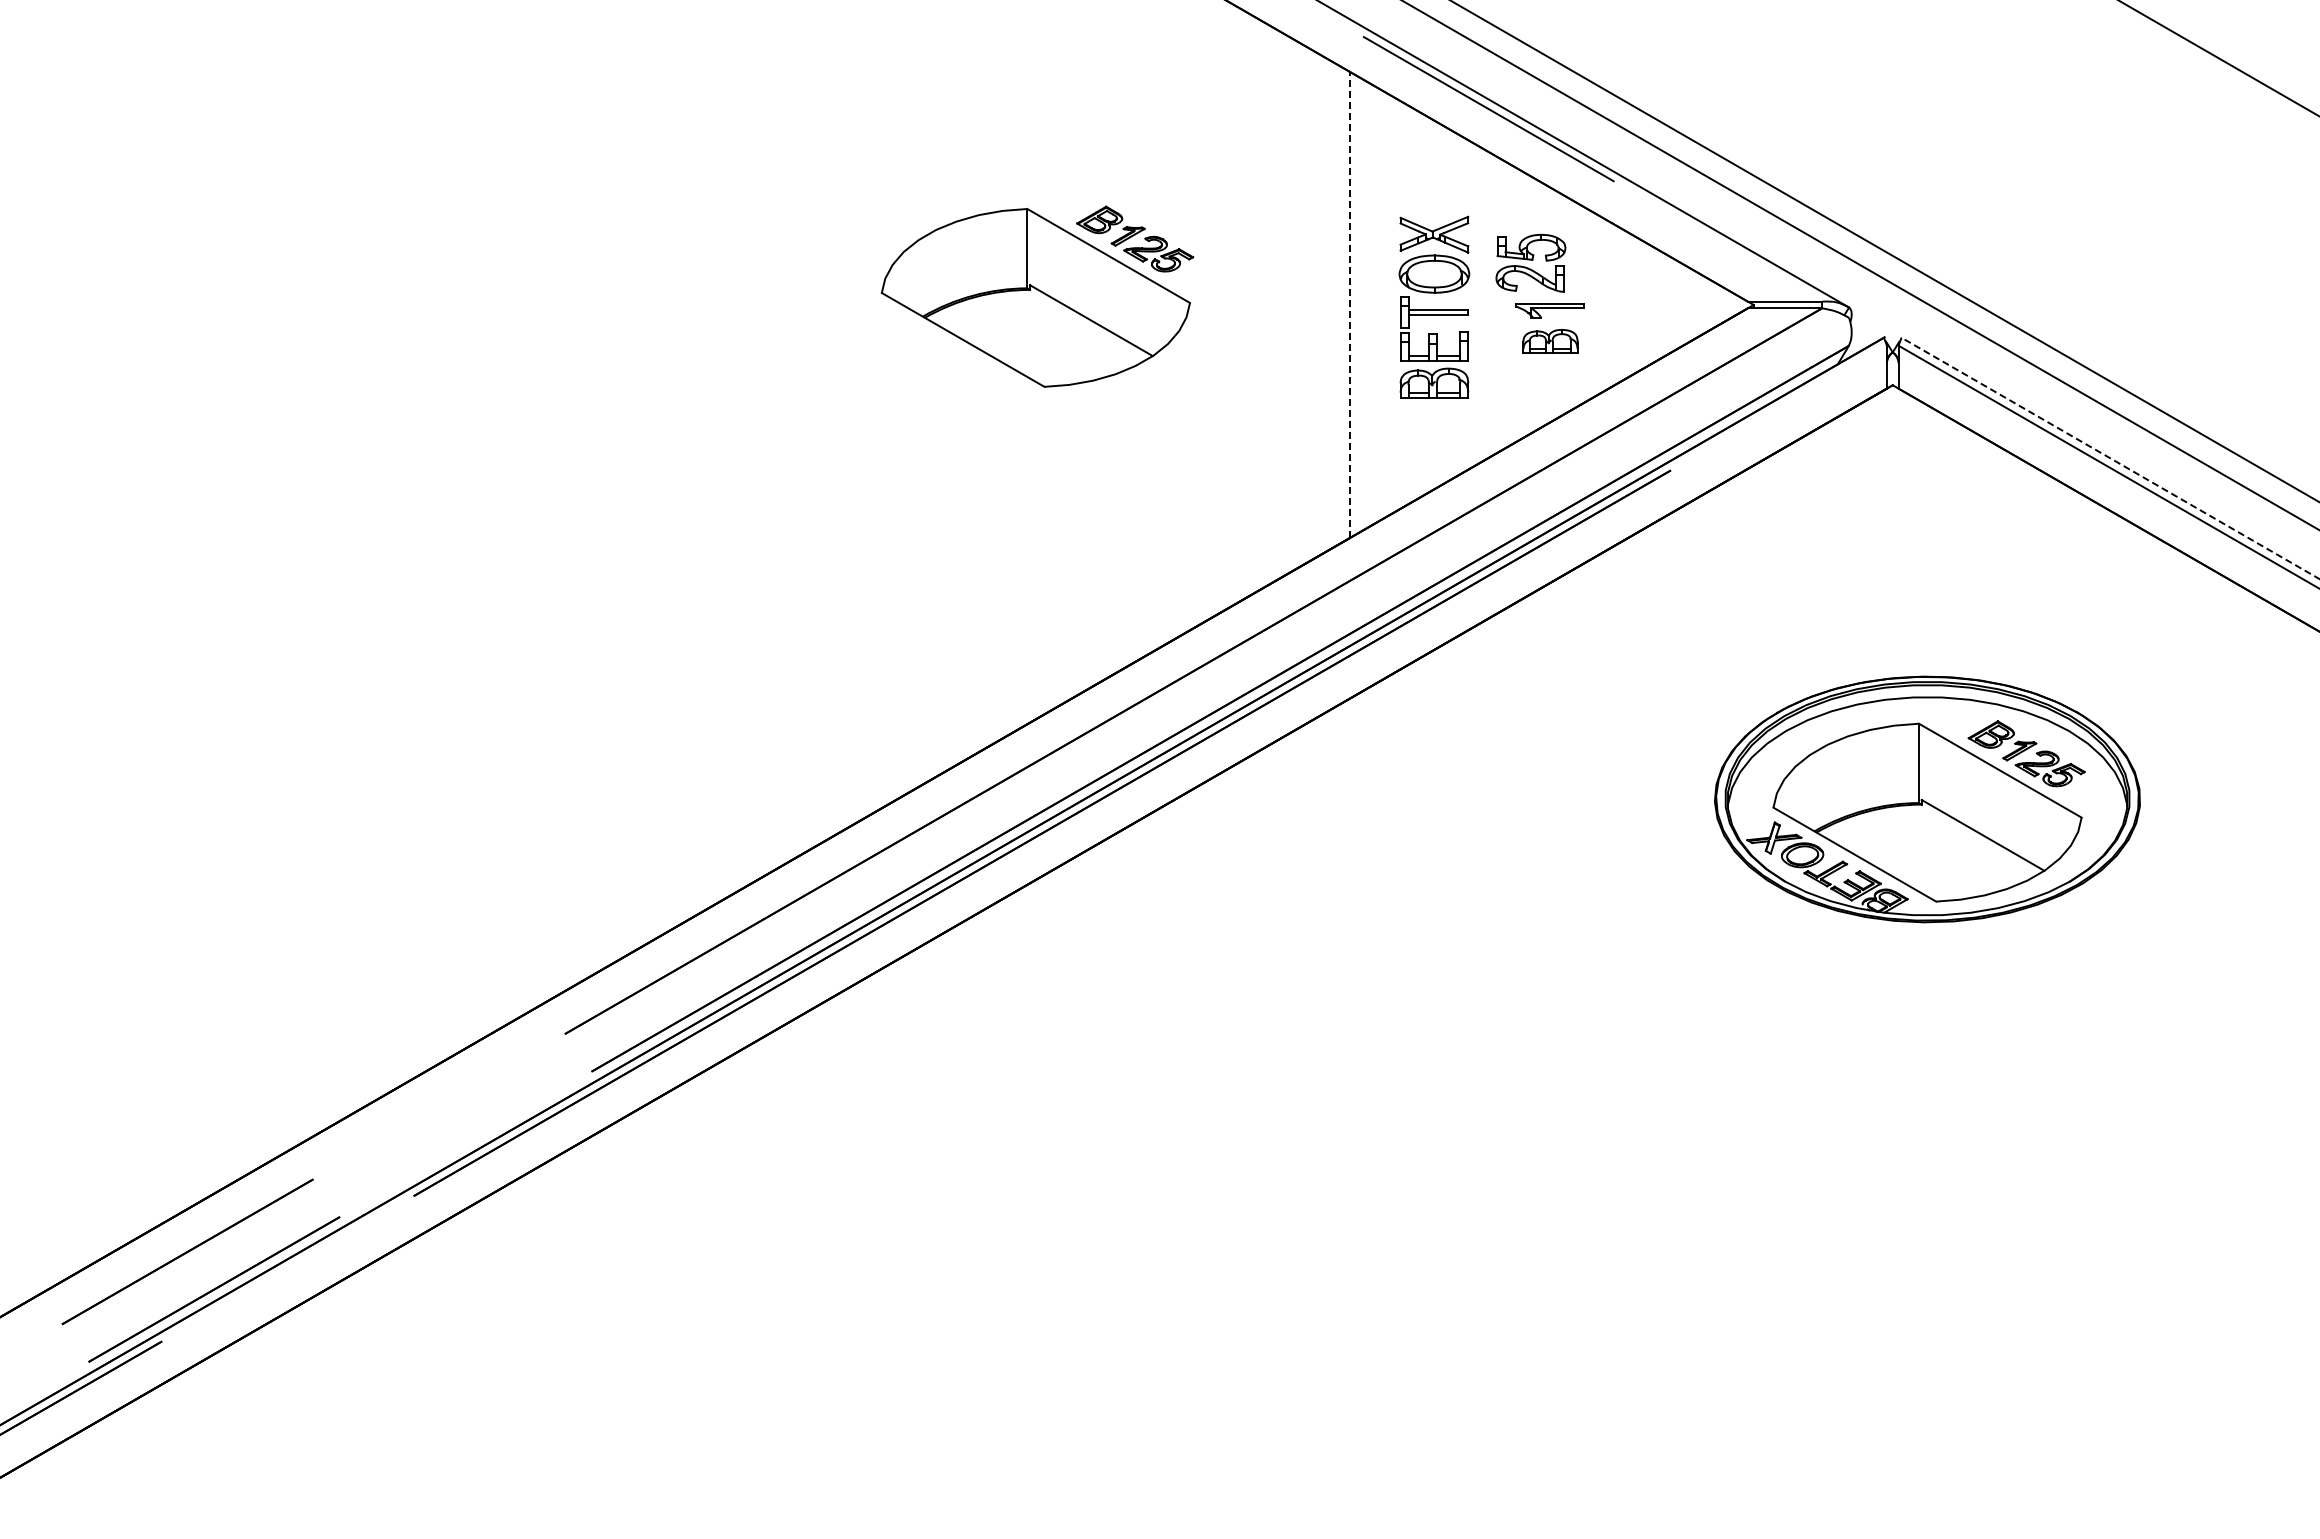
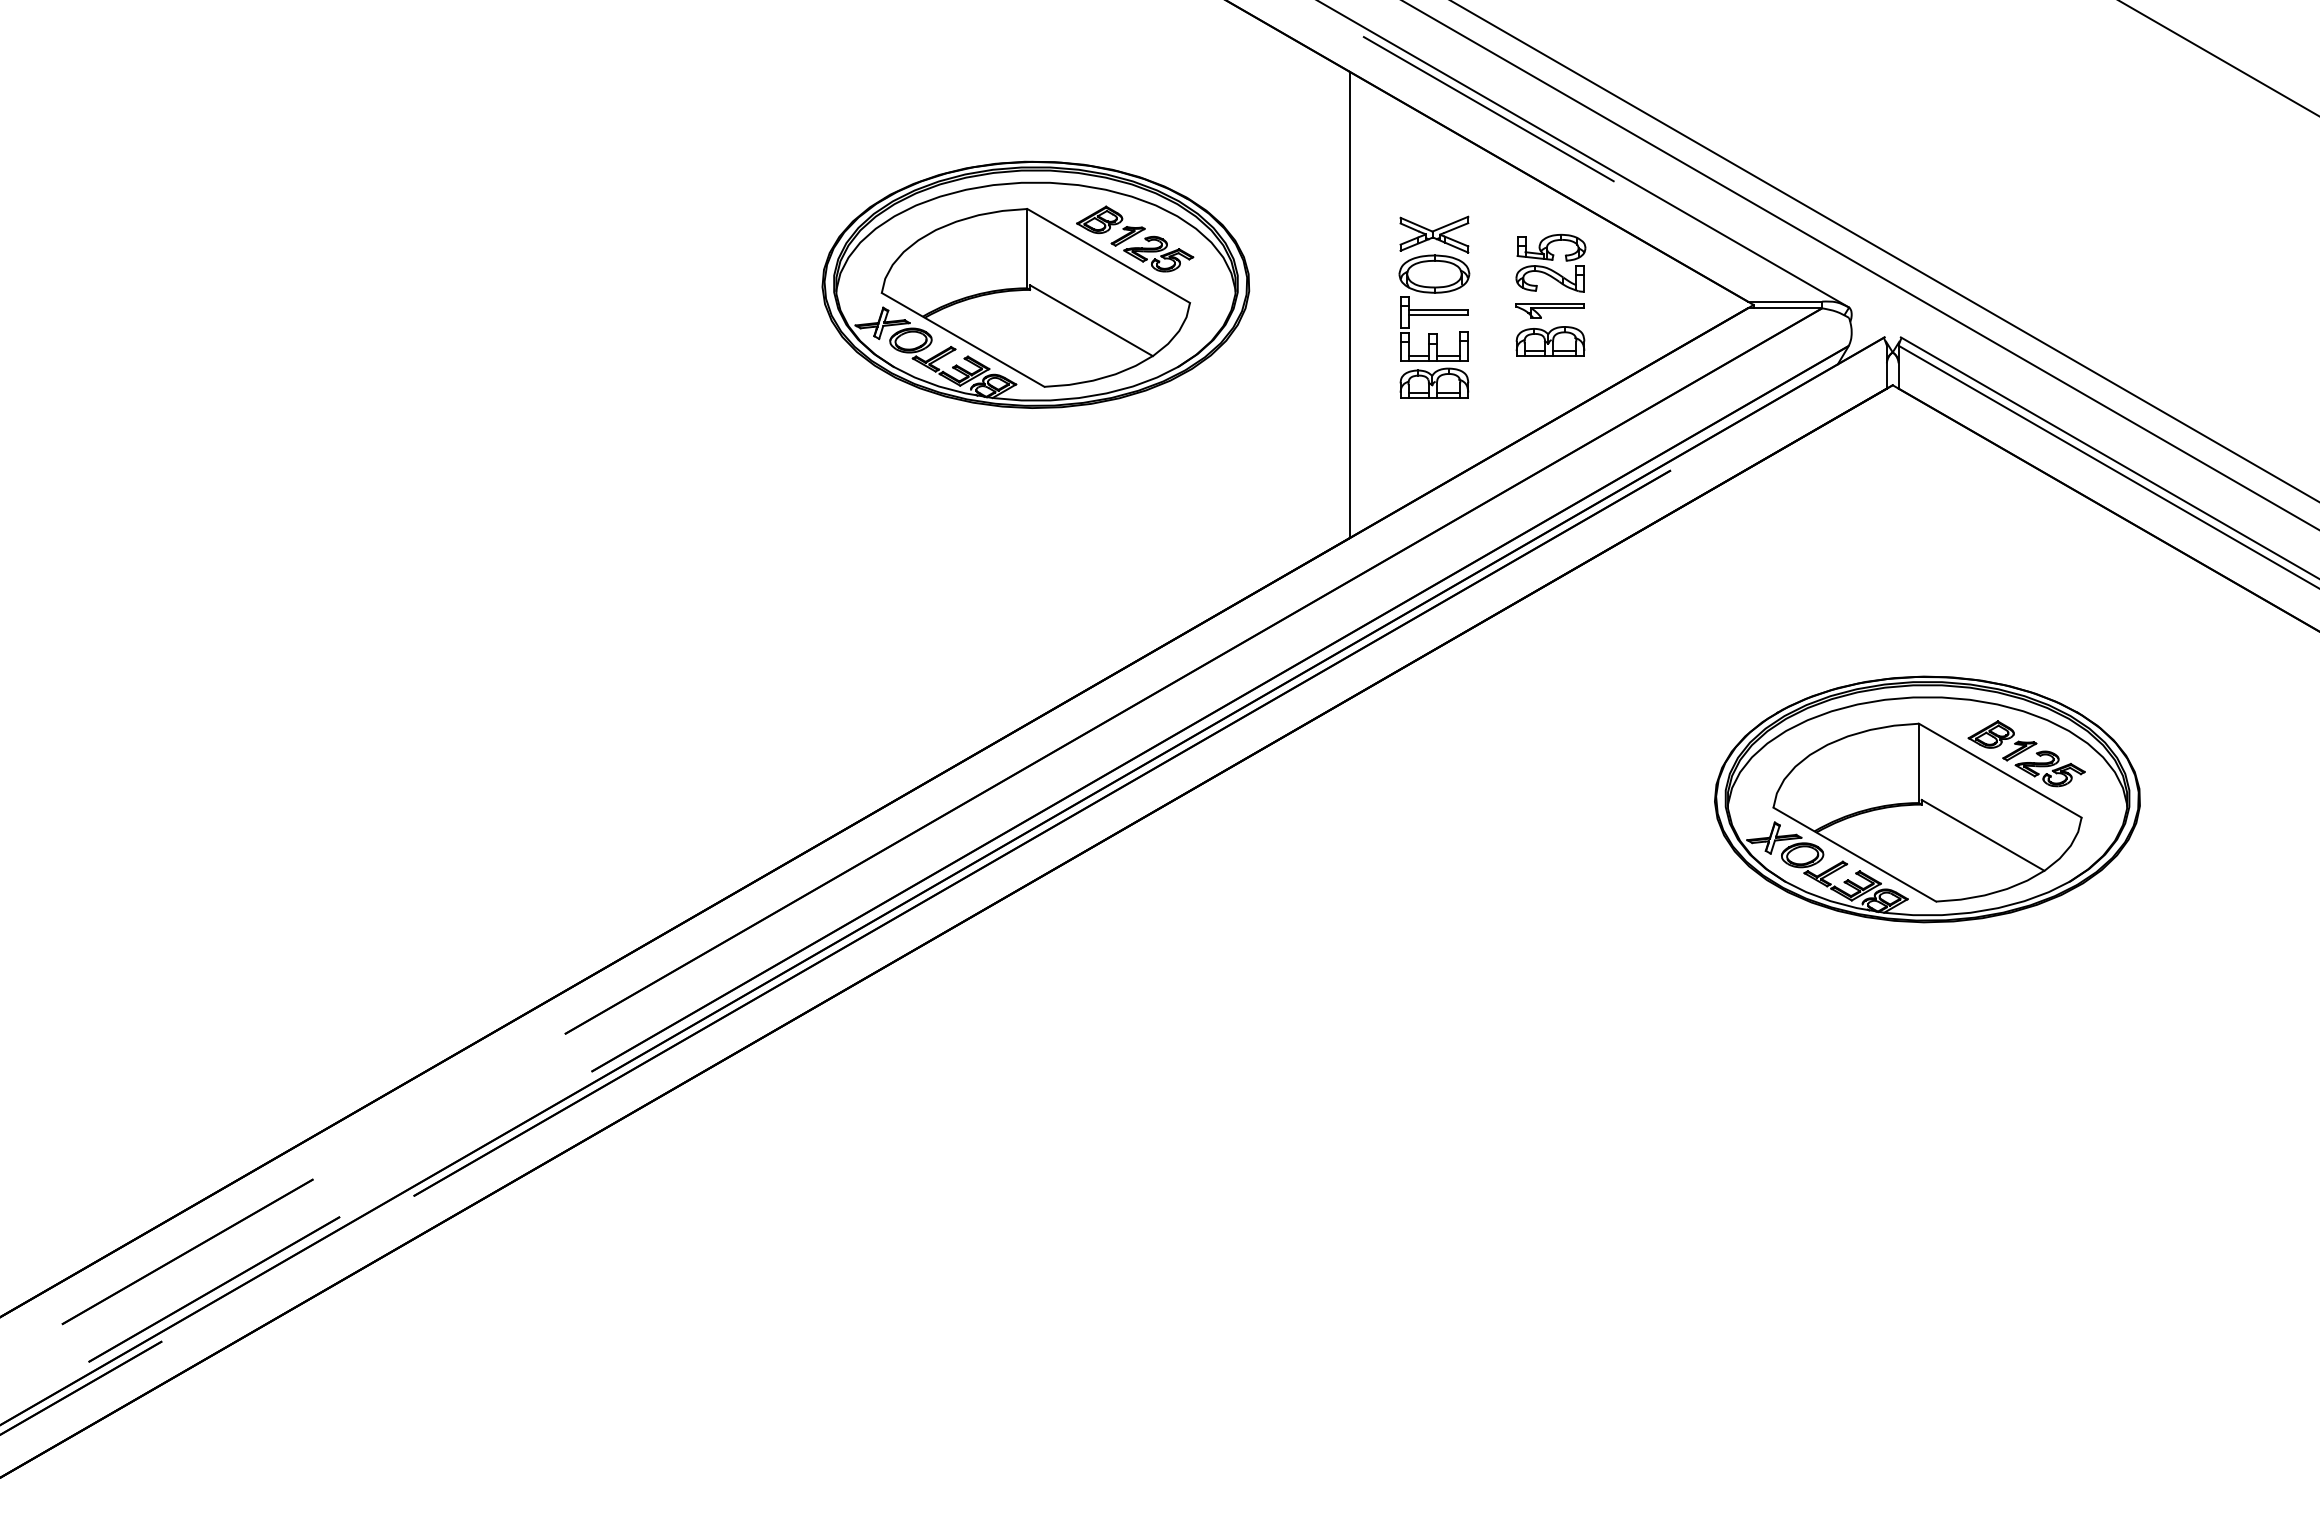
part at (1530, 262) position: (1530, 262) -> (1550, 262)
part at (1035, 284): none -> present
line at (1349, 304): dashed -> solid
part at (1550, 341) size: 57x25 px -> 71x31 px
line at (2109, 457): dashed -> solid
